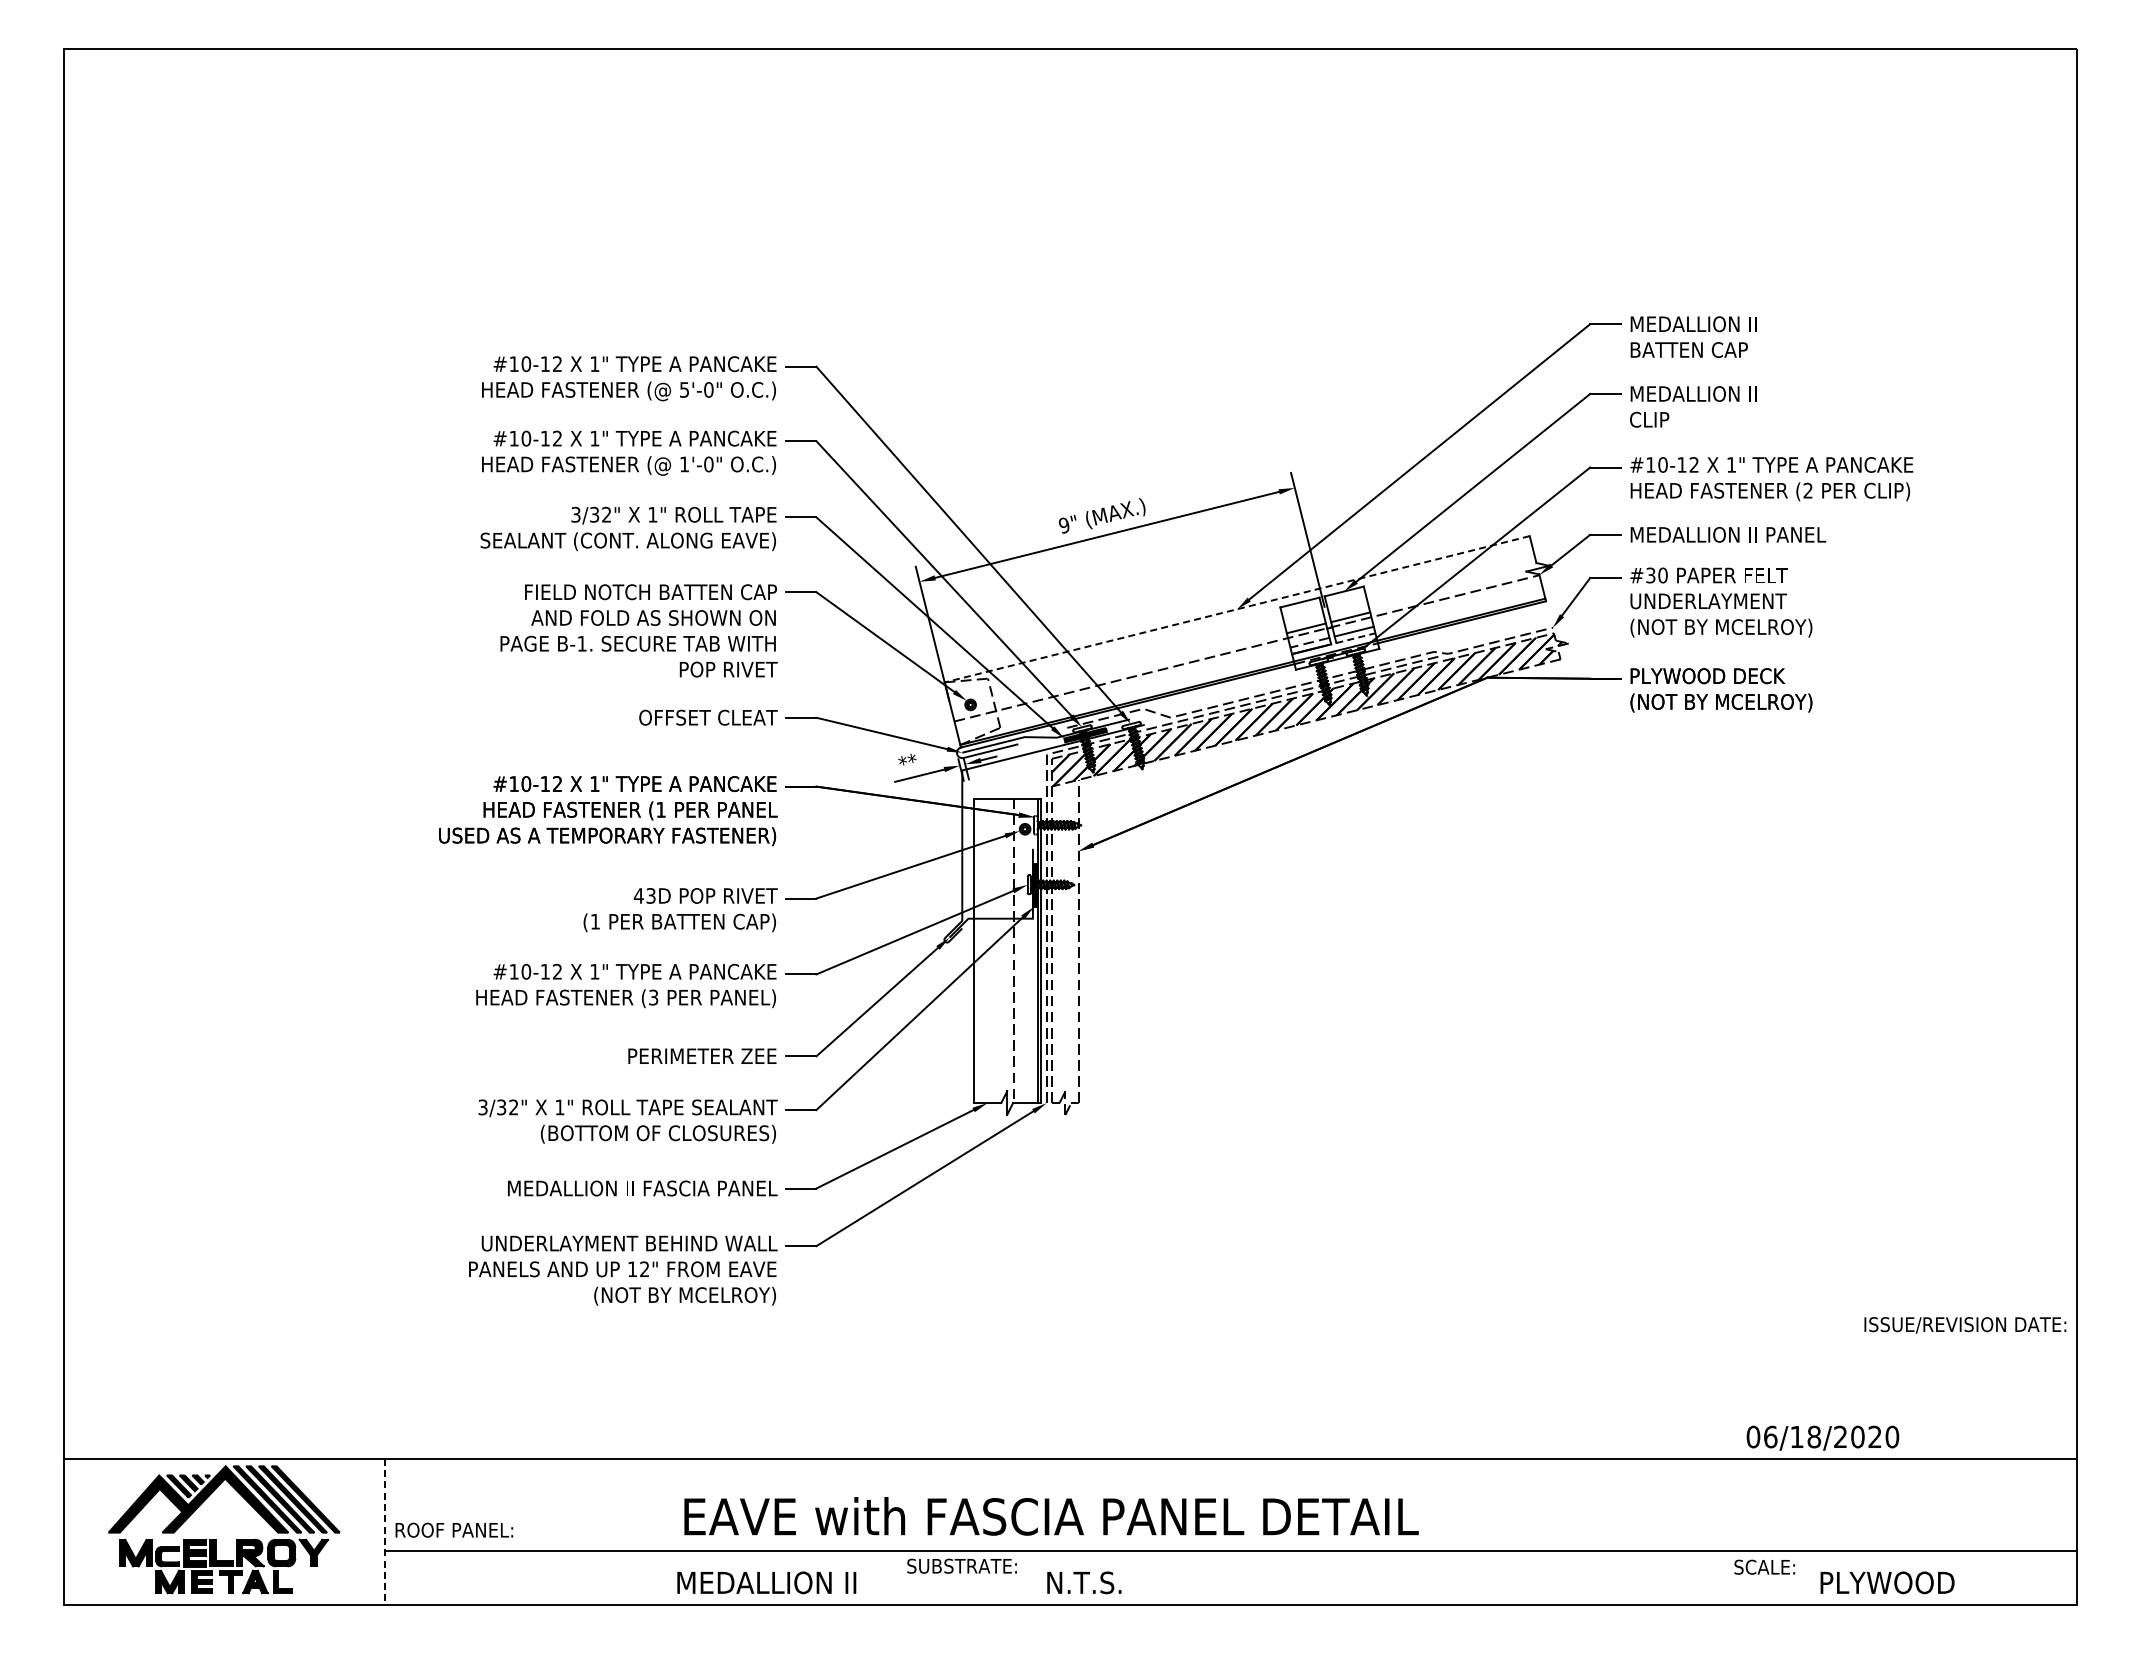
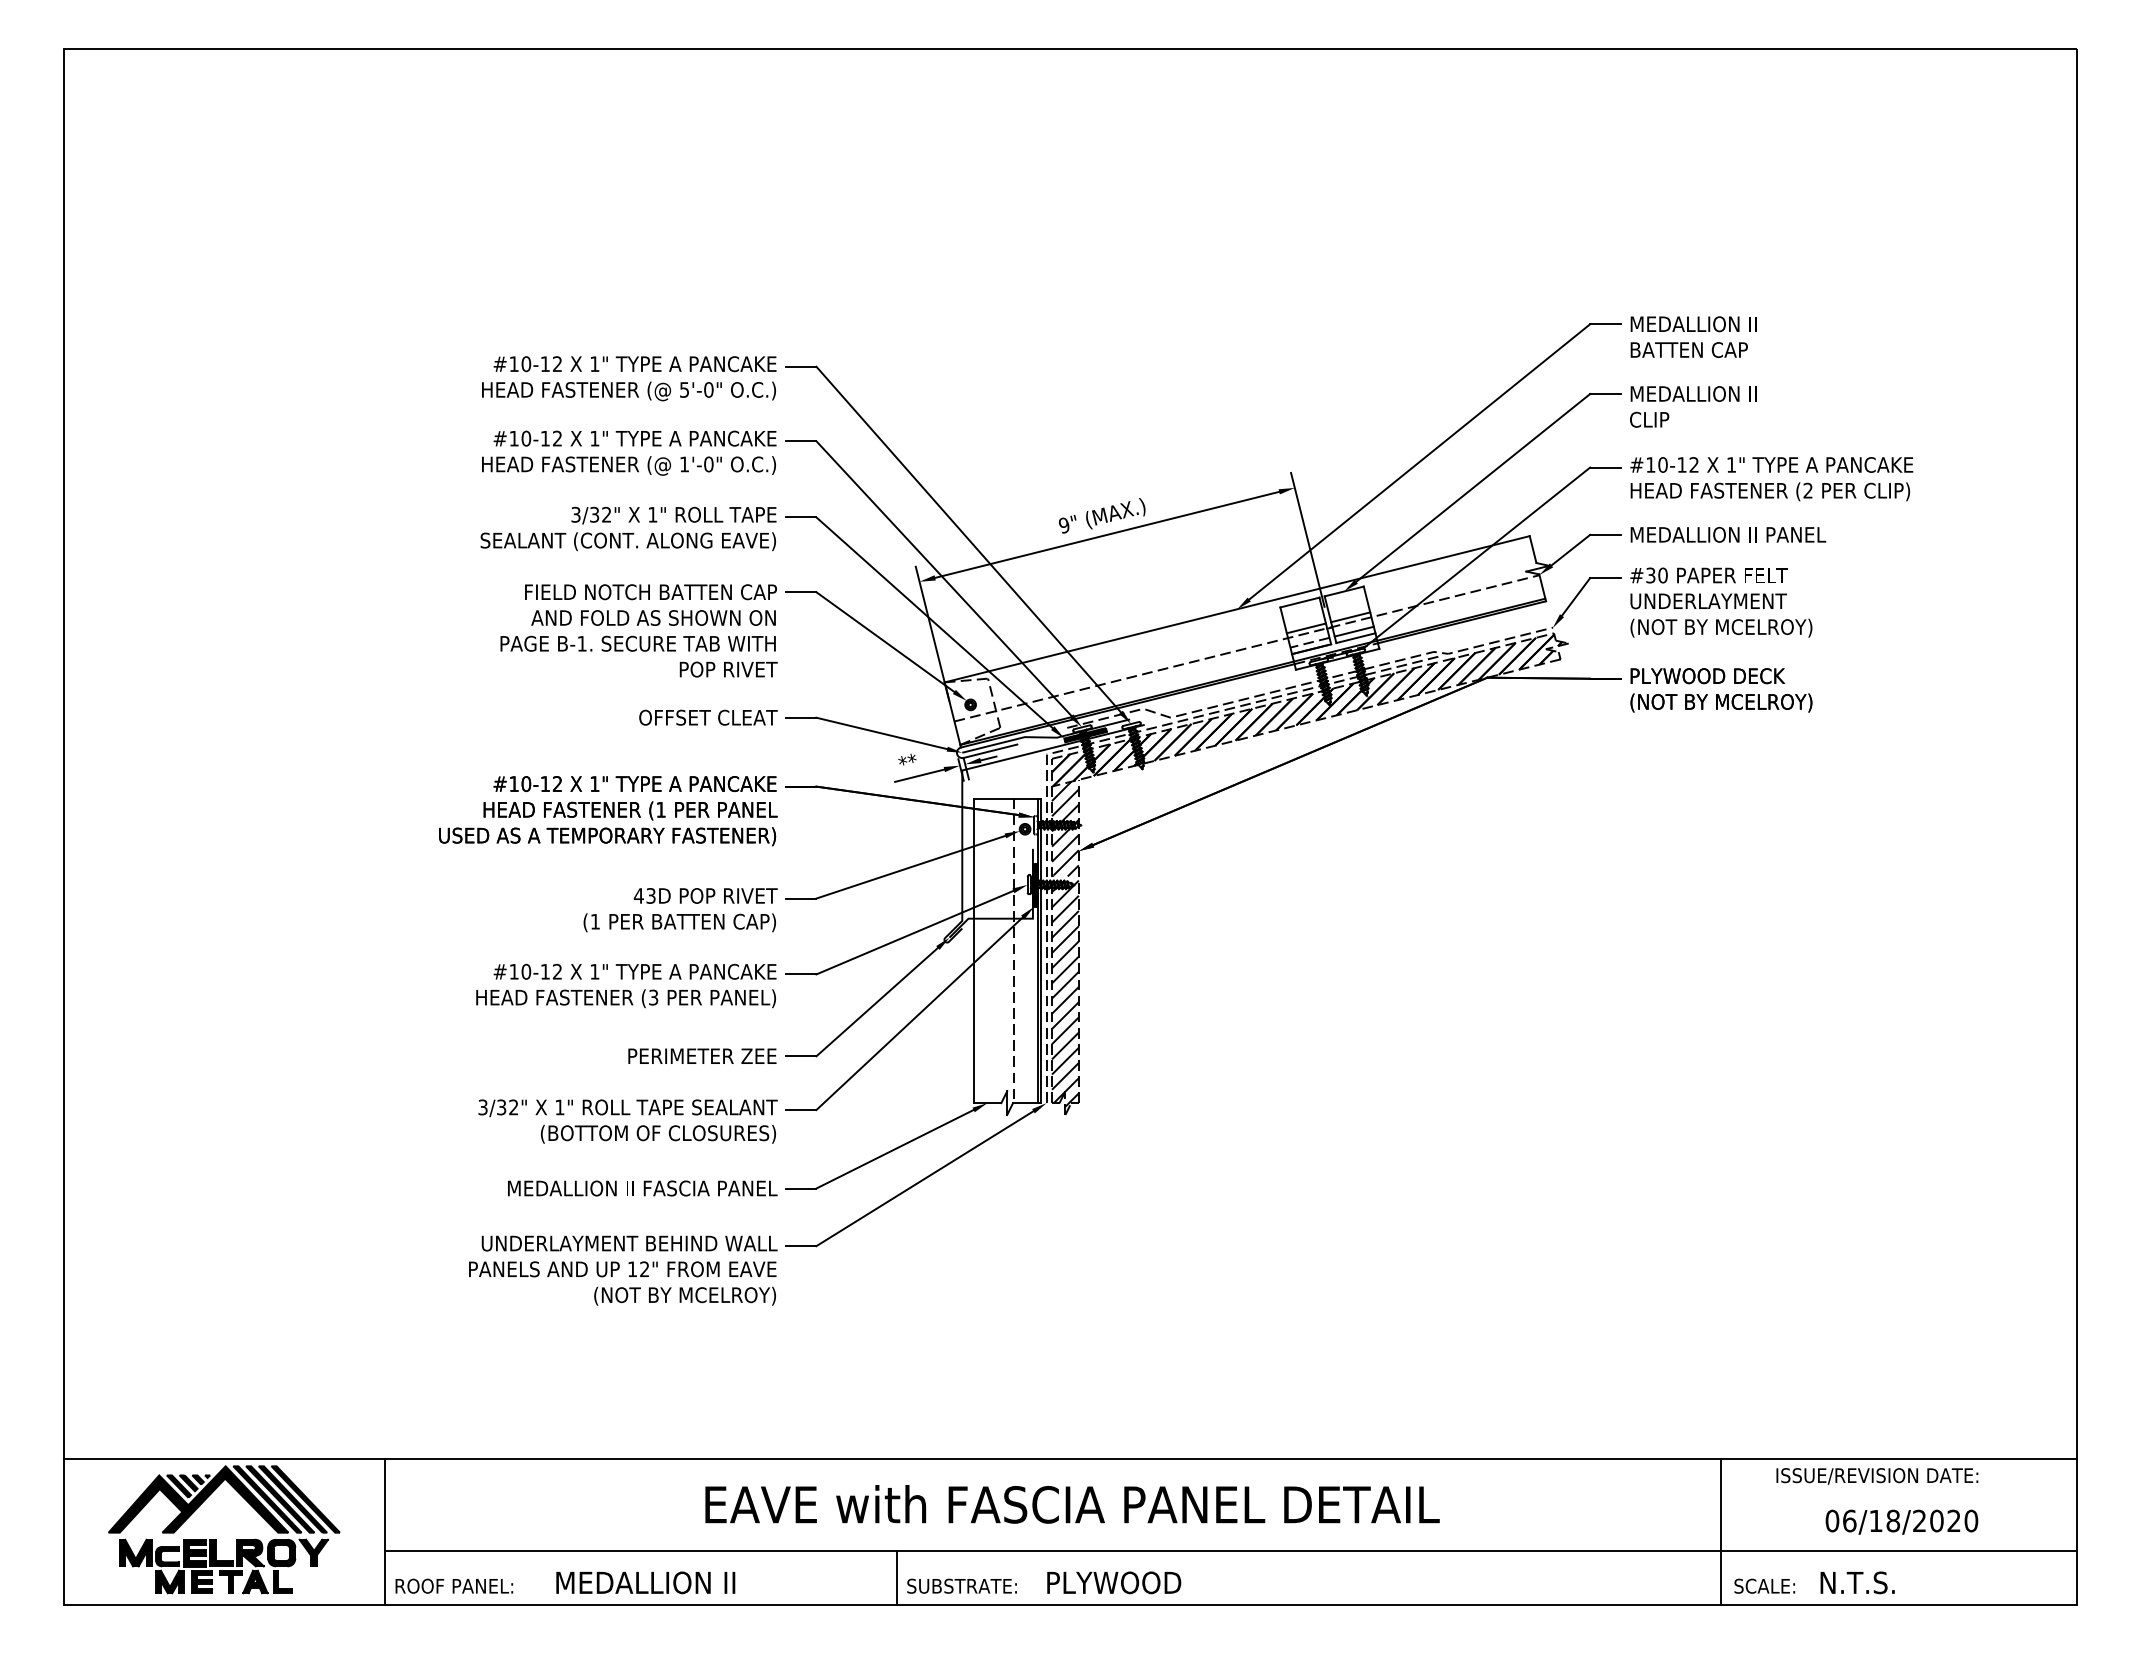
line at (1237, 609): dashed -> solid
line at (1356, 638): dashed -> solid
hatch at (1065, 943): none -> present
text at (1965, 1325) position: (1965, 1325) -> (1877, 1476)
text at (1822, 1437) position: (1822, 1437) -> (1901, 1521)
text at (1051, 1516) position: (1051, 1516) -> (1072, 1504)
text at (454, 1529) position: (454, 1529) -> (454, 1585)
line at (384, 1531): dashed -> solid
line at (1721, 1531): none -> present
text at (961, 1565) position: (961, 1565) -> (961, 1585)
text at (1764, 1566) position: (1764, 1566) -> (1764, 1585)
line at (896, 1577): none -> present
text at (766, 1582) position: (766, 1582) -> (645, 1582)
text at (1115, 1582): N.T.S. -> PLYWOOD
text at (1888, 1582): PLYWOOD -> N.T.S.
